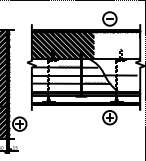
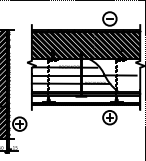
hatch at (117, 45): none -> present
